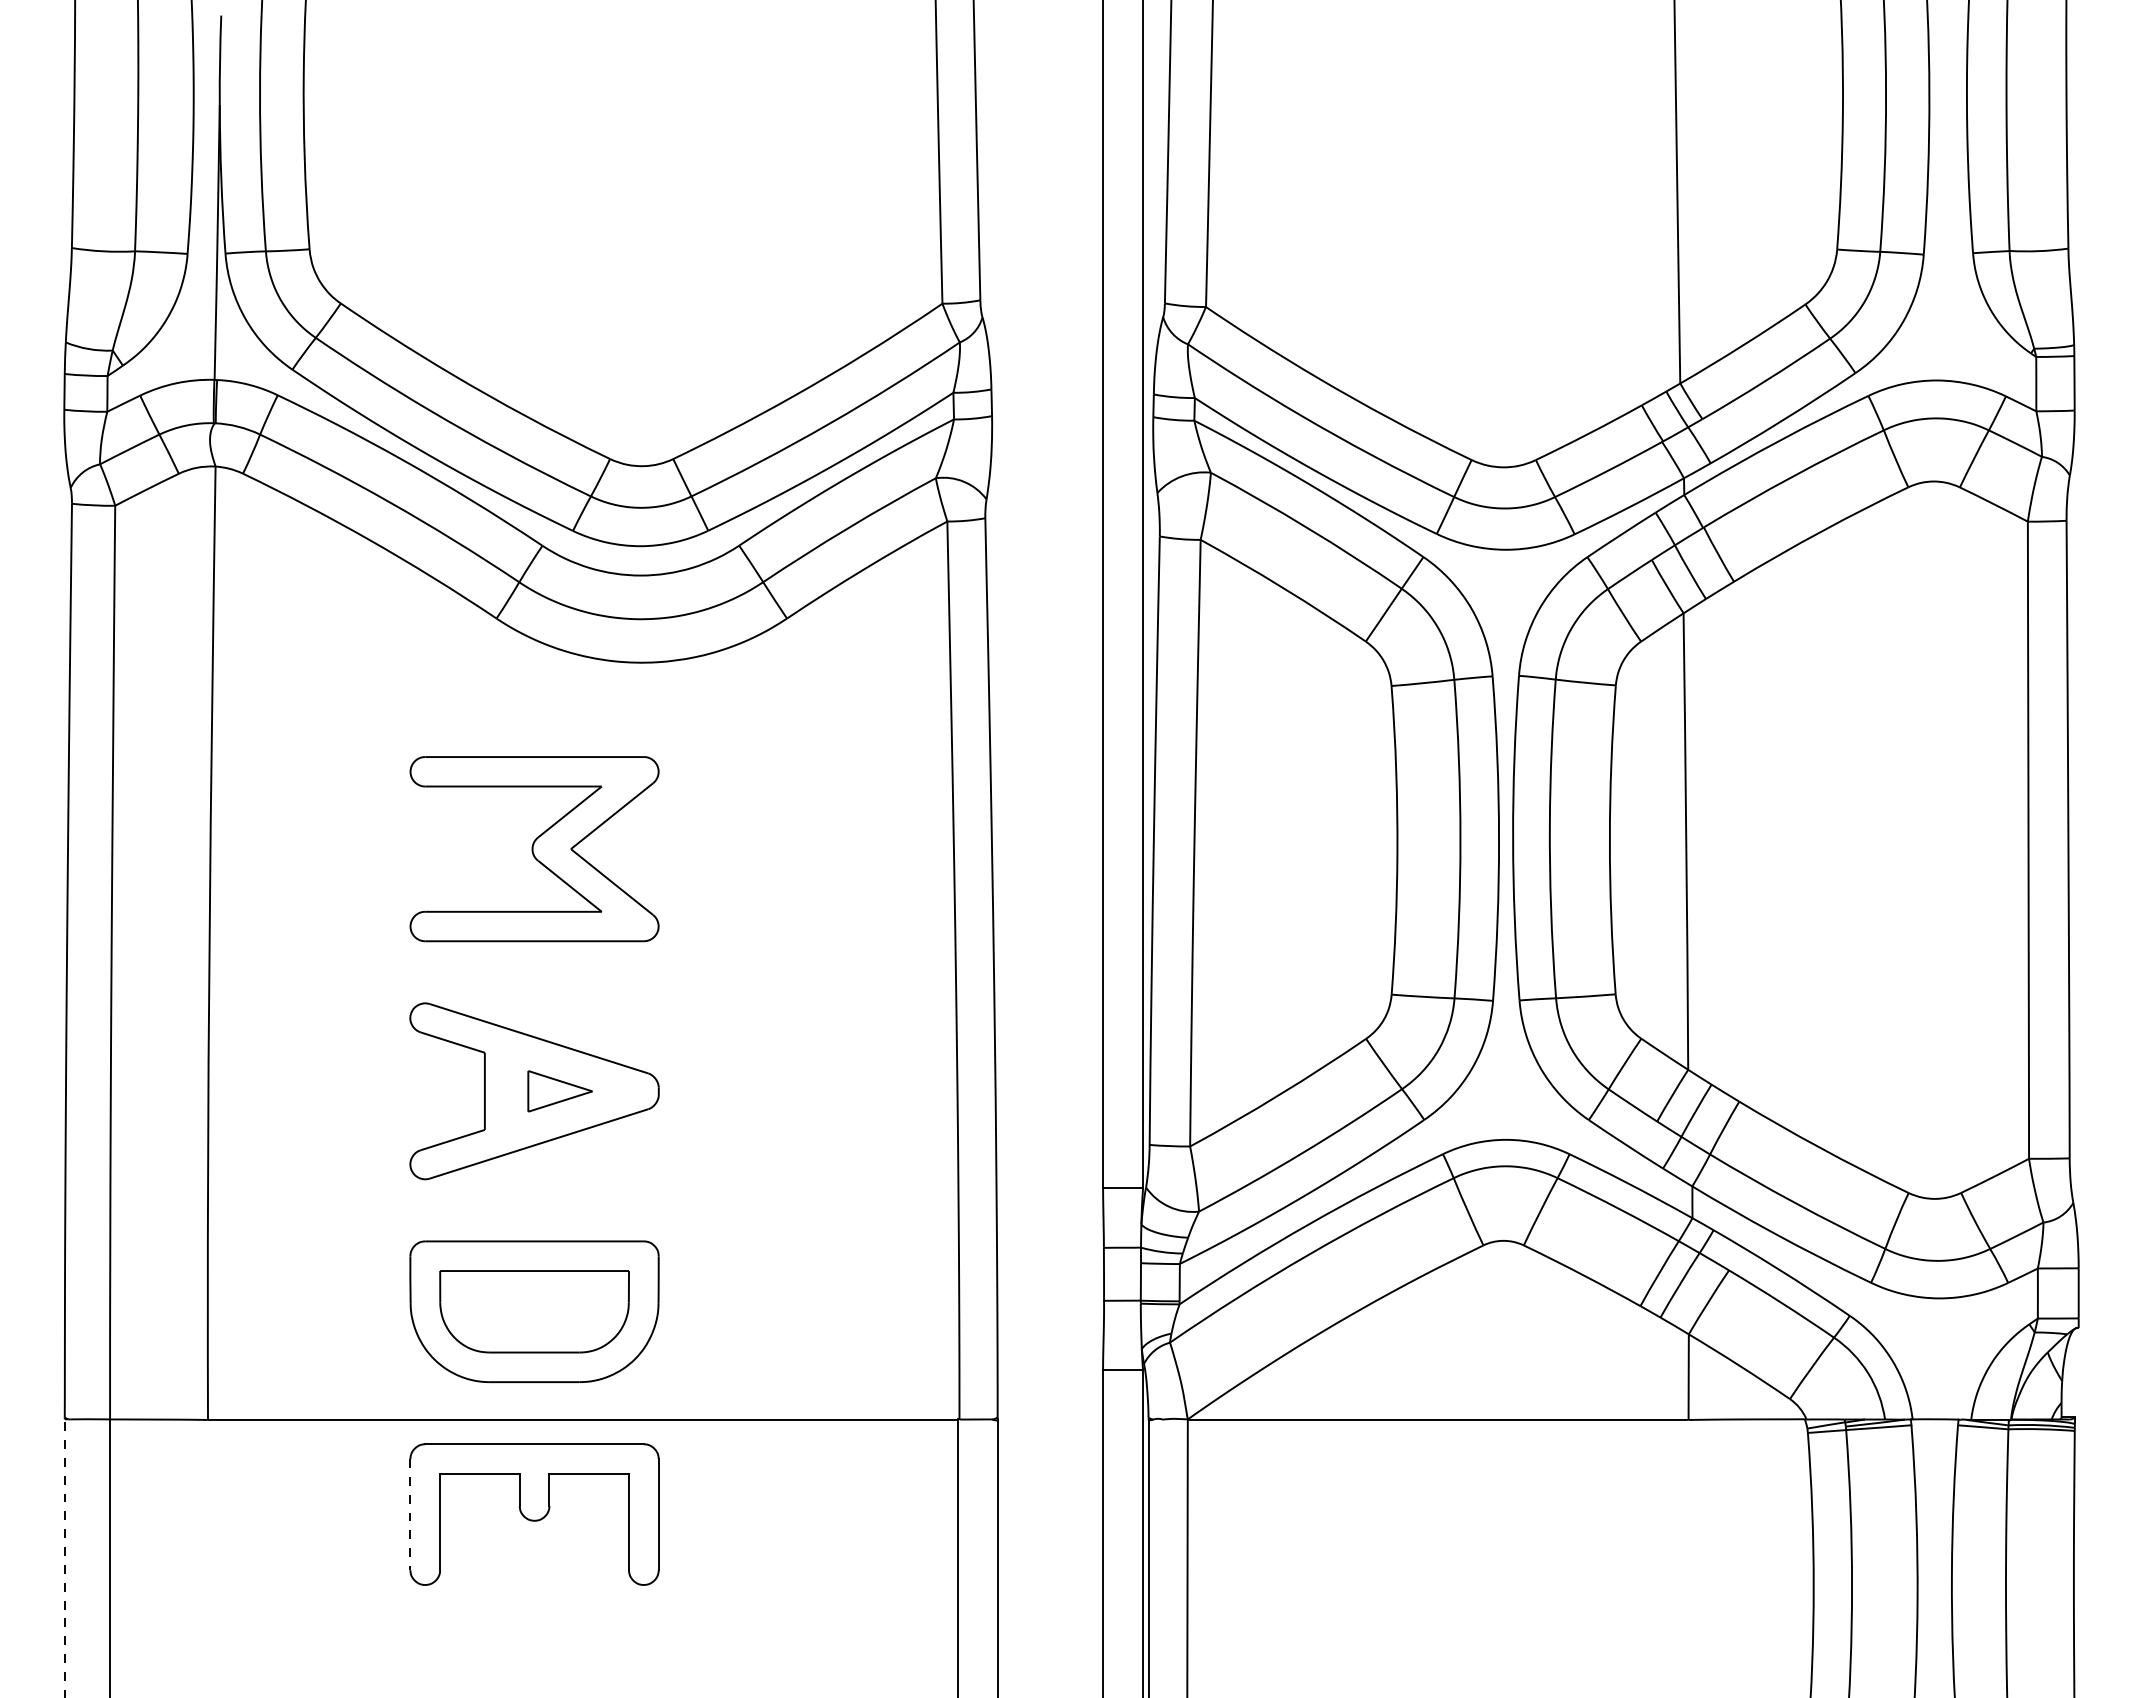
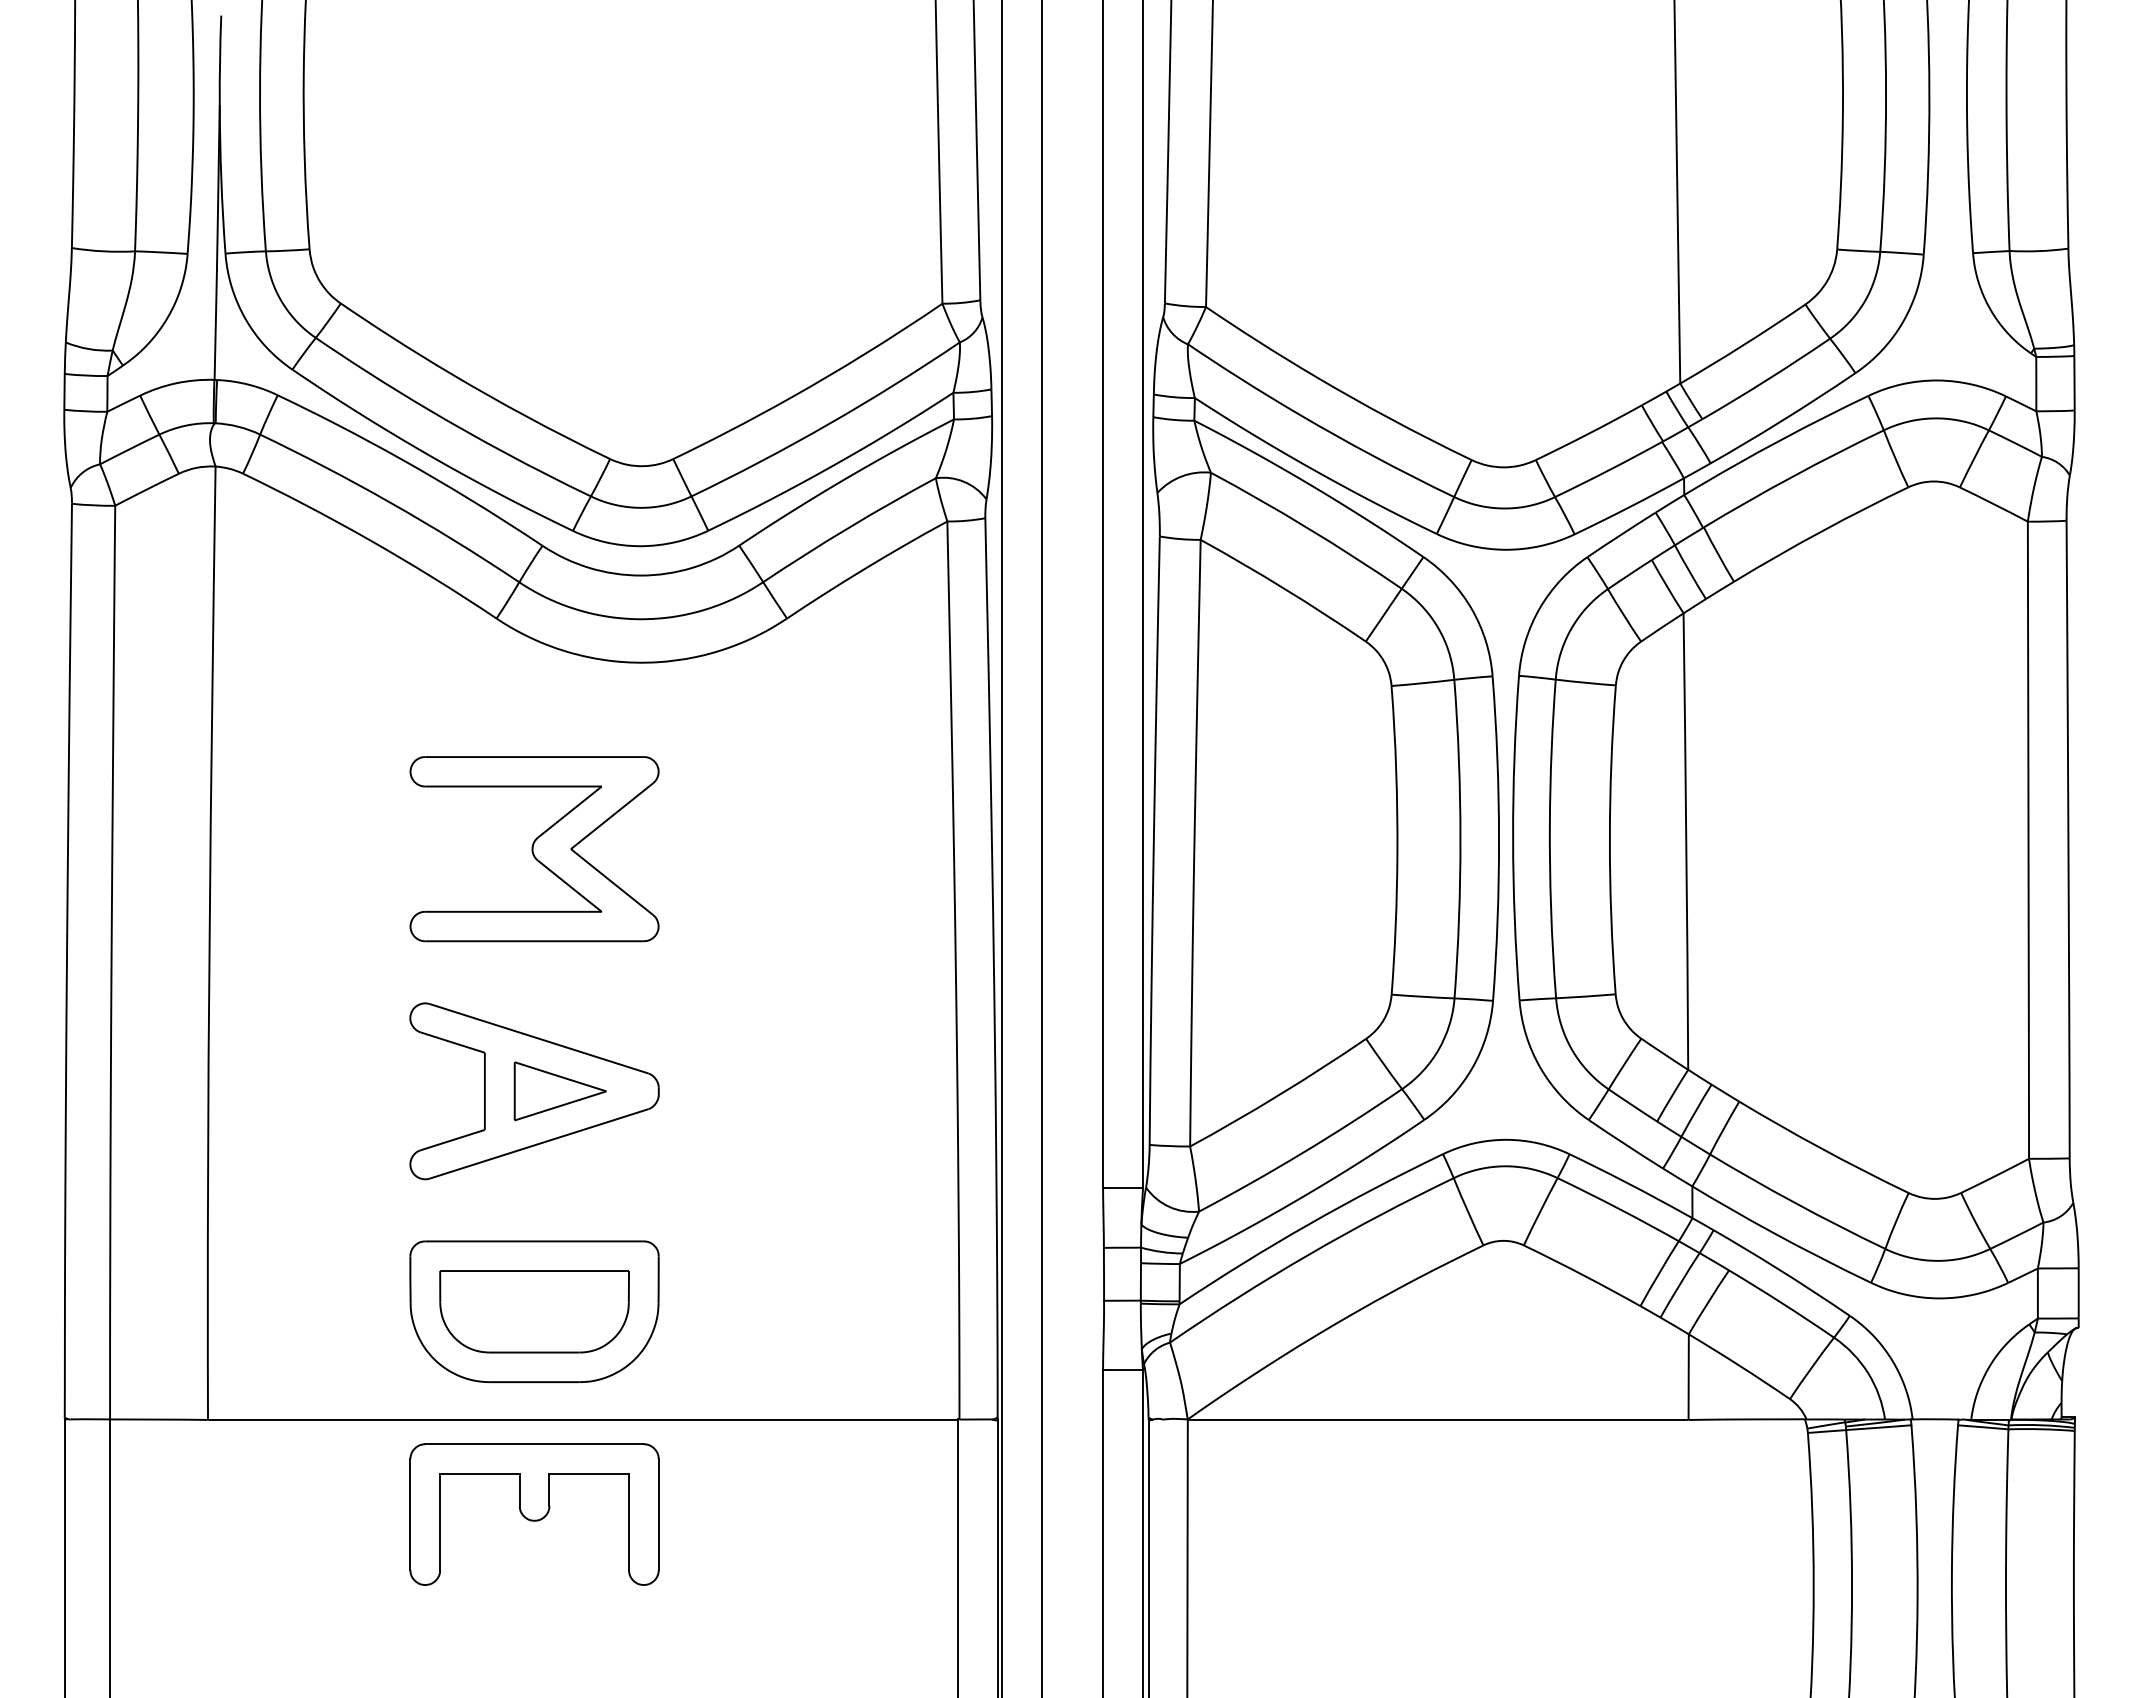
line at (1002, 848): none -> present
line at (1042, 848): none -> present
part at (559, 1091) size: 66x43 px -> 94x61 px
line at (410, 1514): dashed -> solid
line at (64, 1558): dashed -> solid
